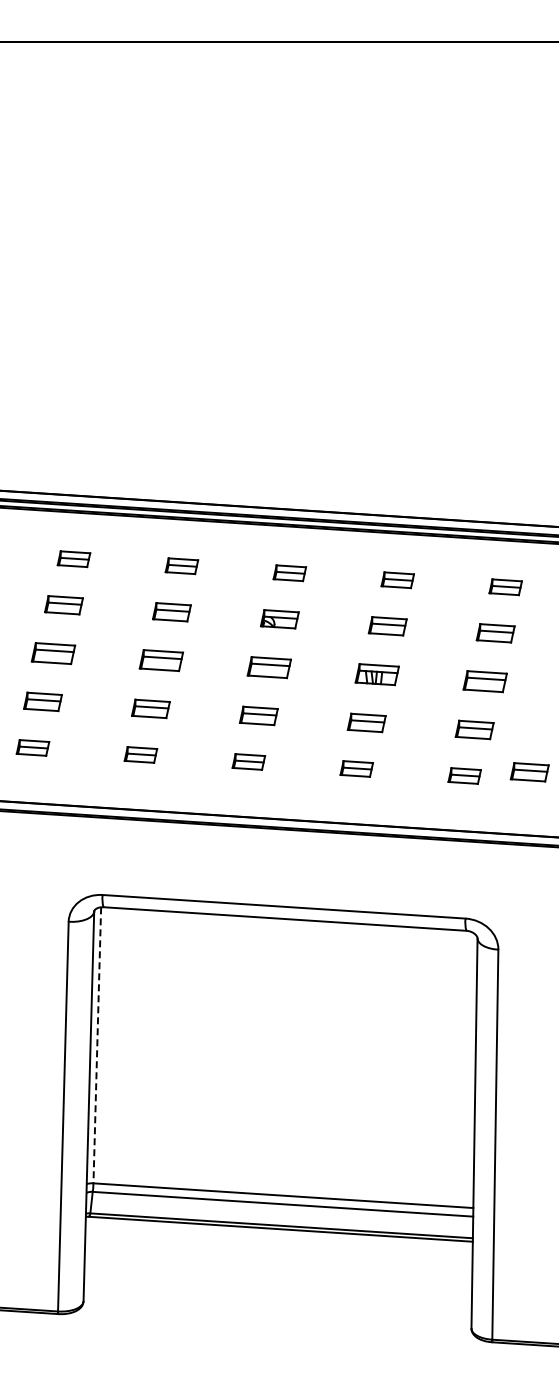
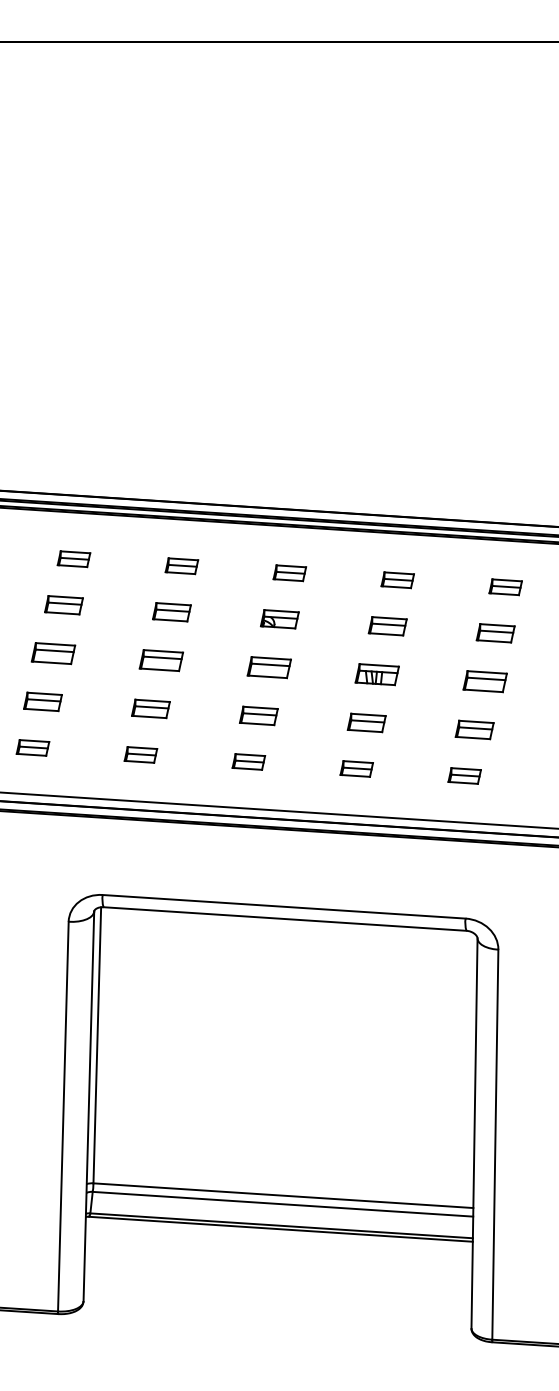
part at (529, 772): present -> none
line at (278, 810): none -> present
line at (97, 1045): dashed -> solid
